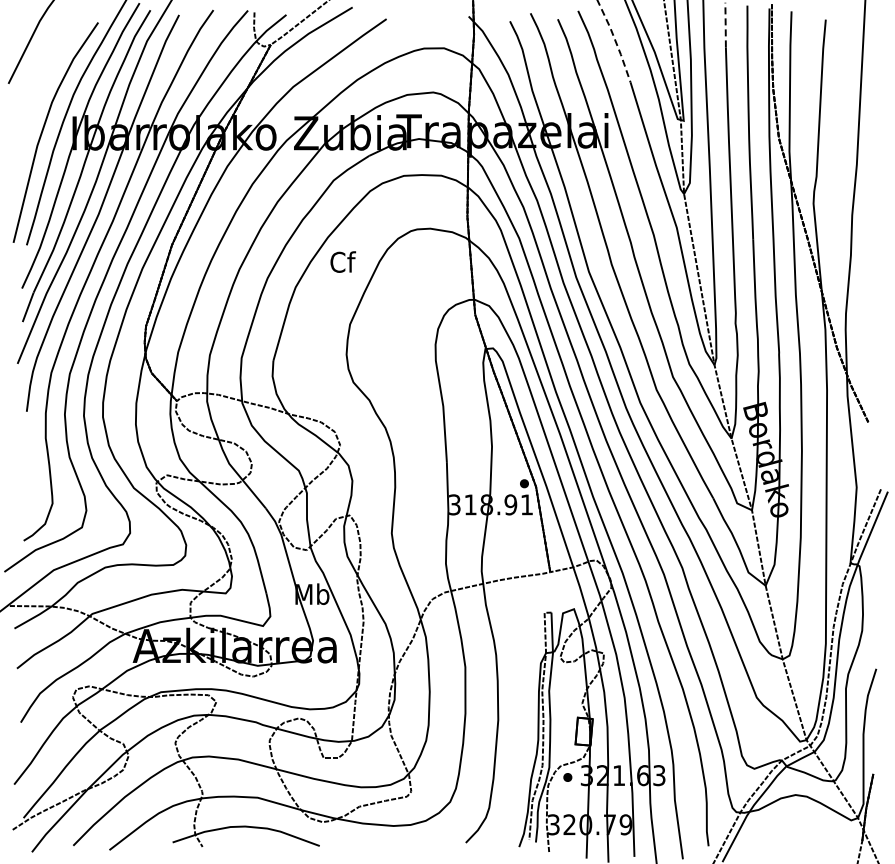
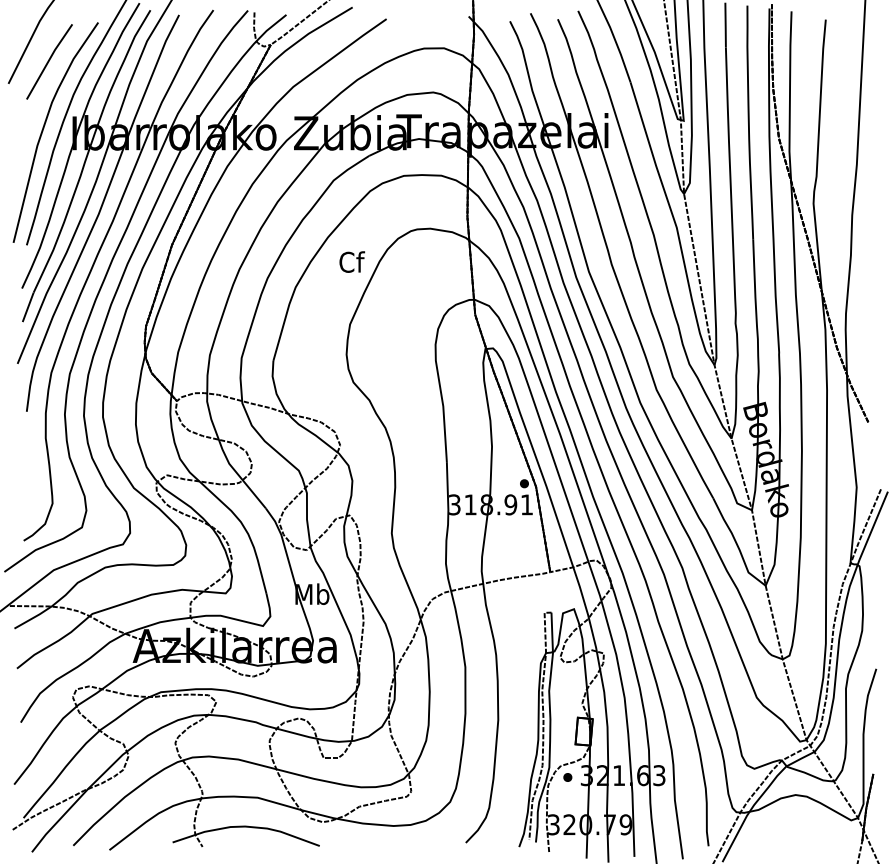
line at (725, 25): dashed -> solid
line at (615, 41): dashed -> solid
line at (49, 61): none -> present
text at (343, 261) position: (343, 261) -> (352, 261)
